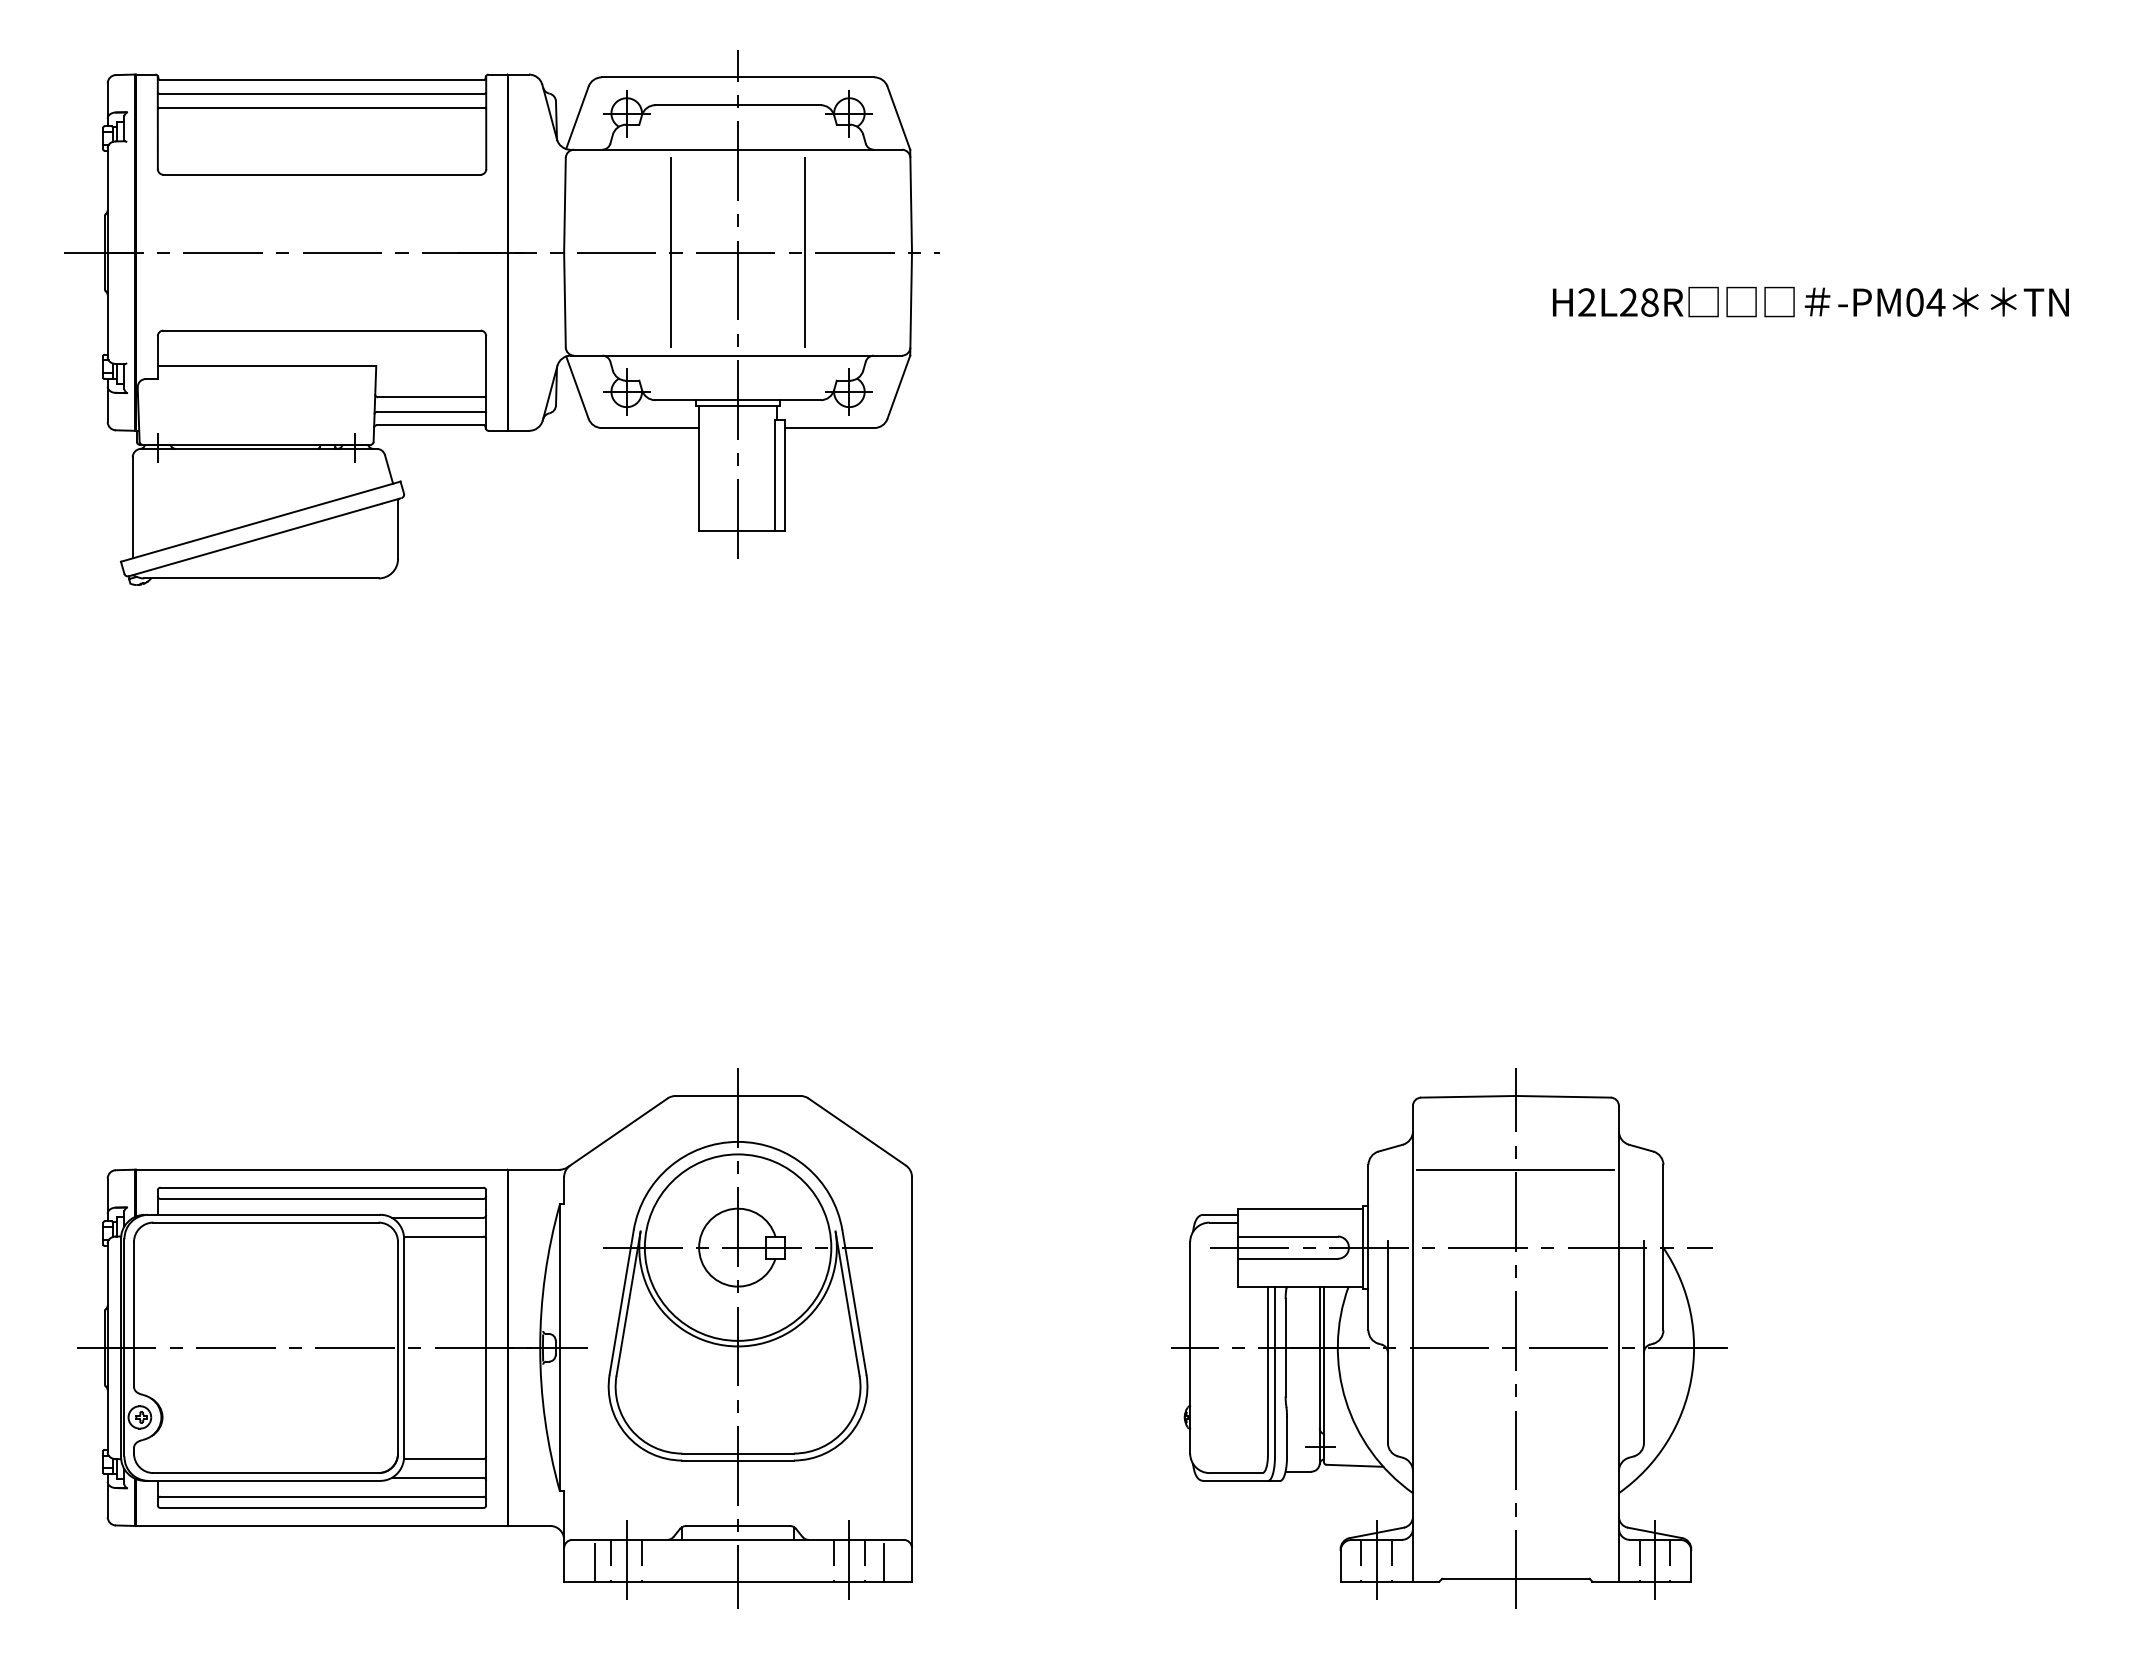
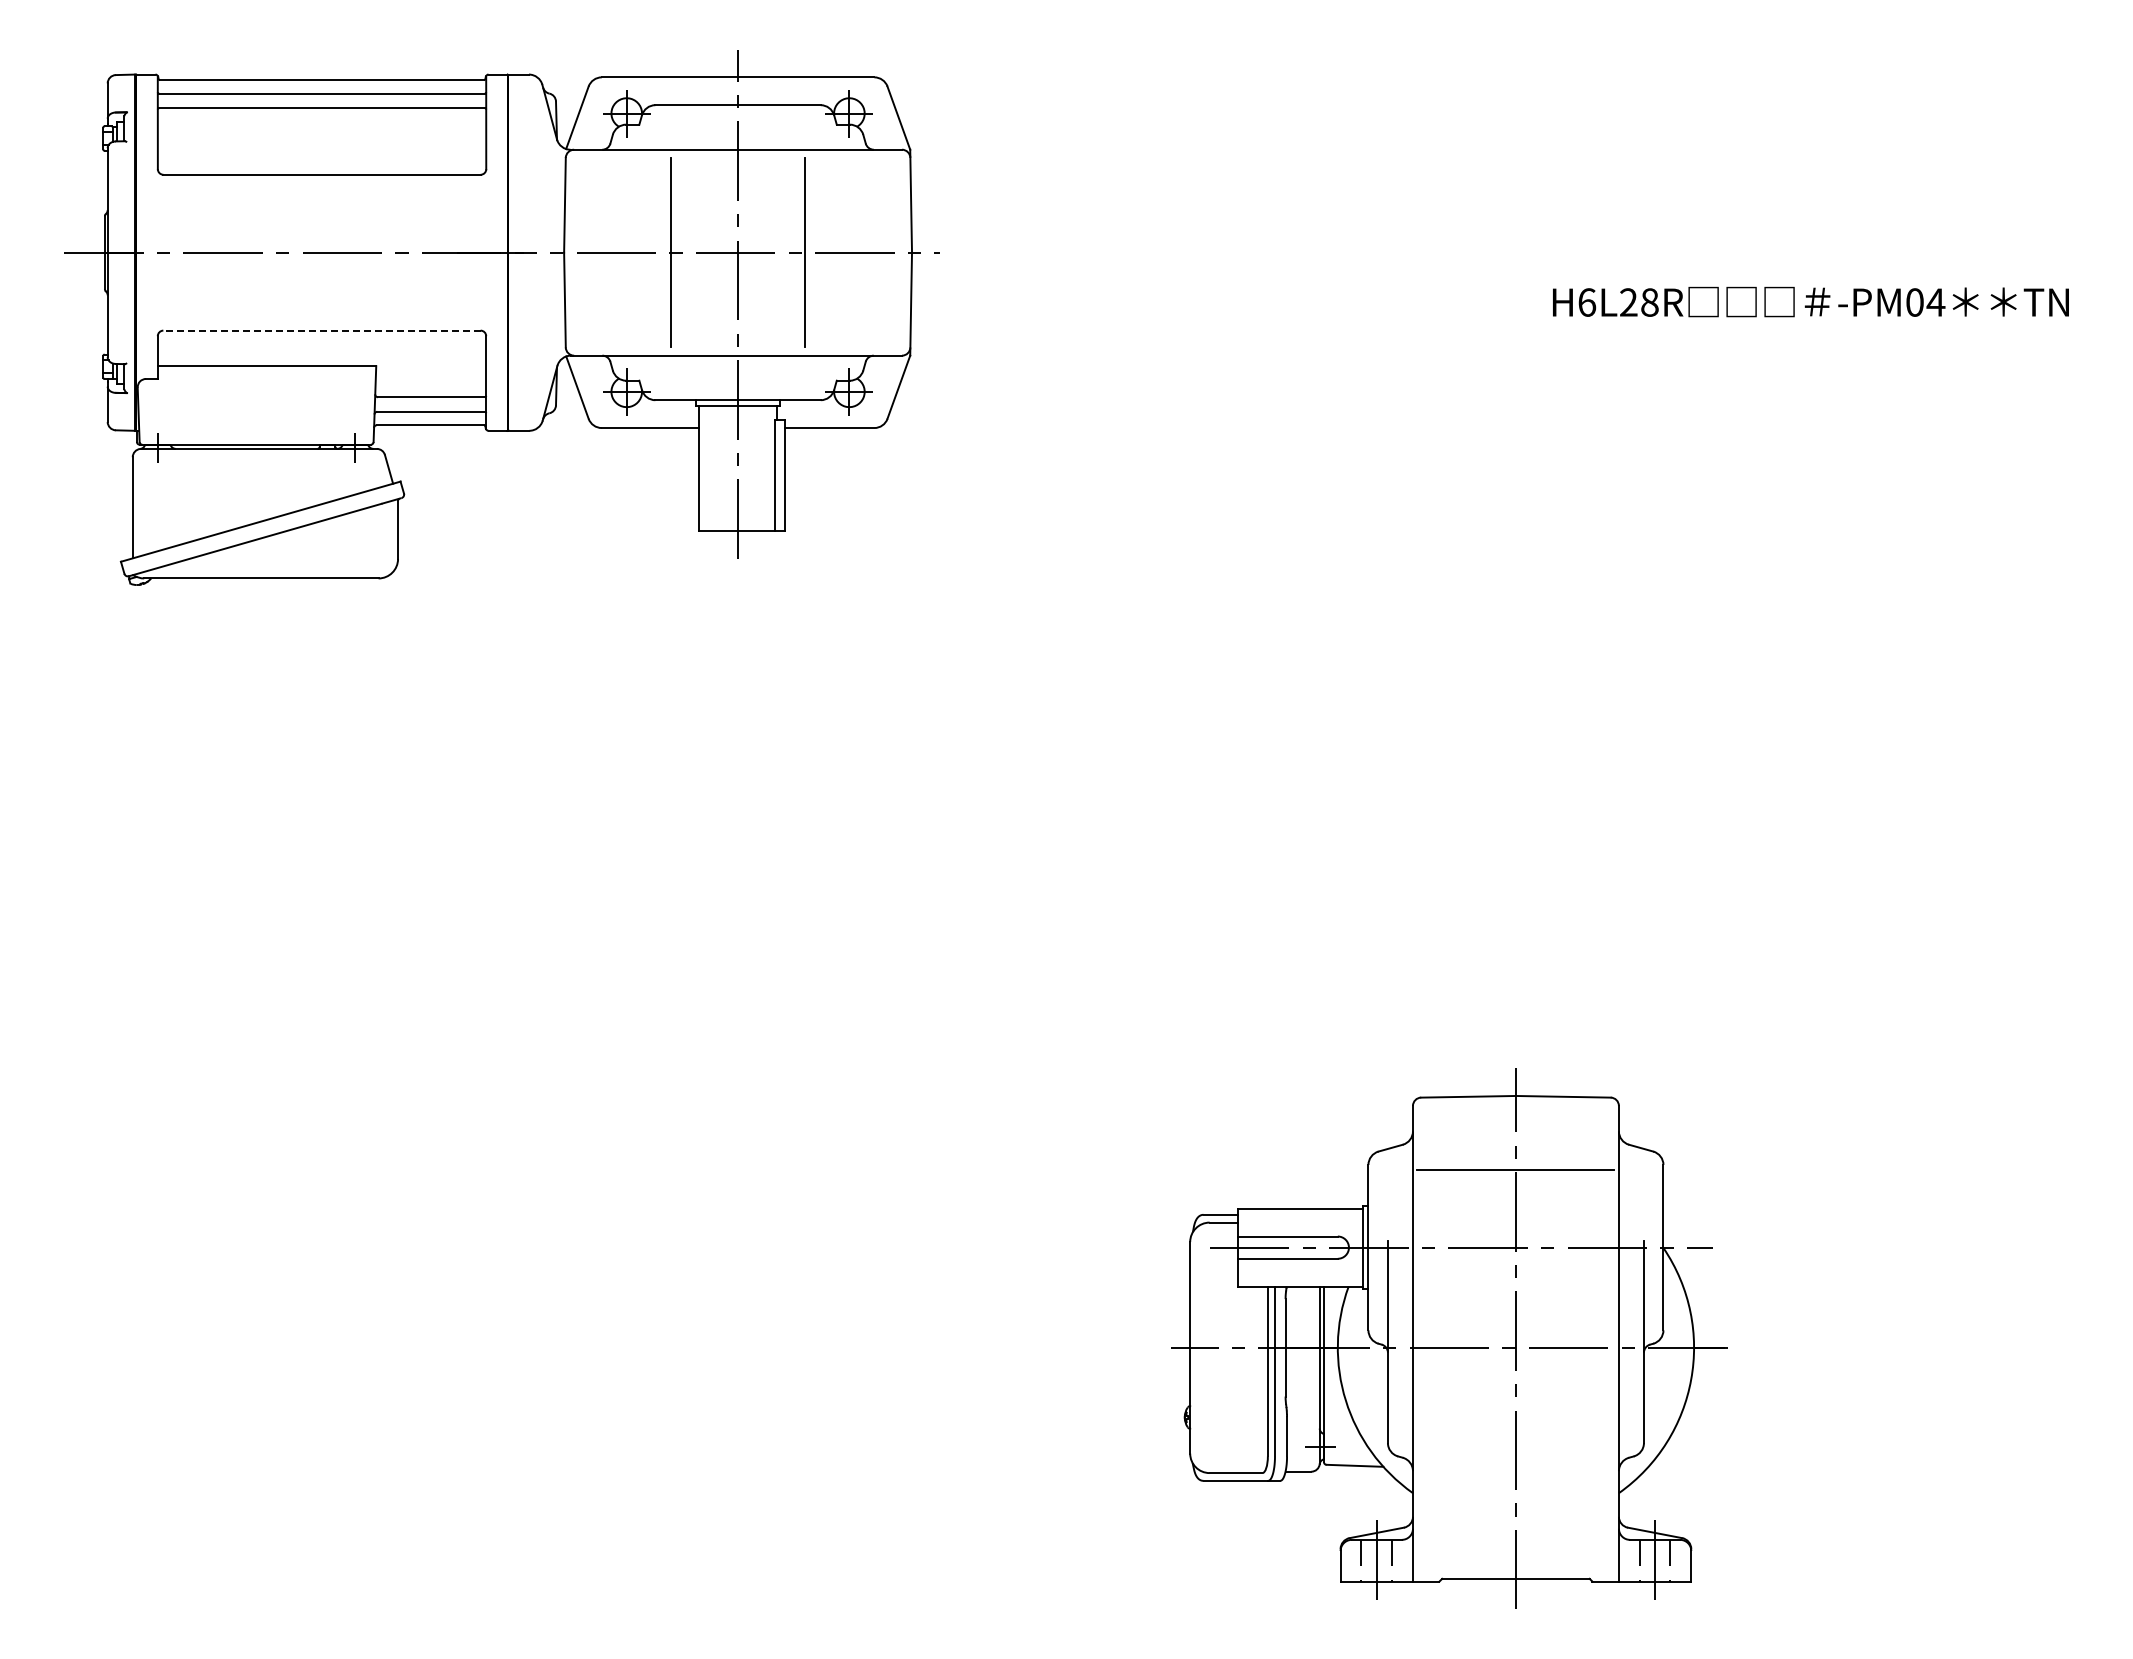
text at (1587, 302): H2L28R -> H6L28R
line at (322, 330): solid -> dashed
part at (494, 1338): present -> none
